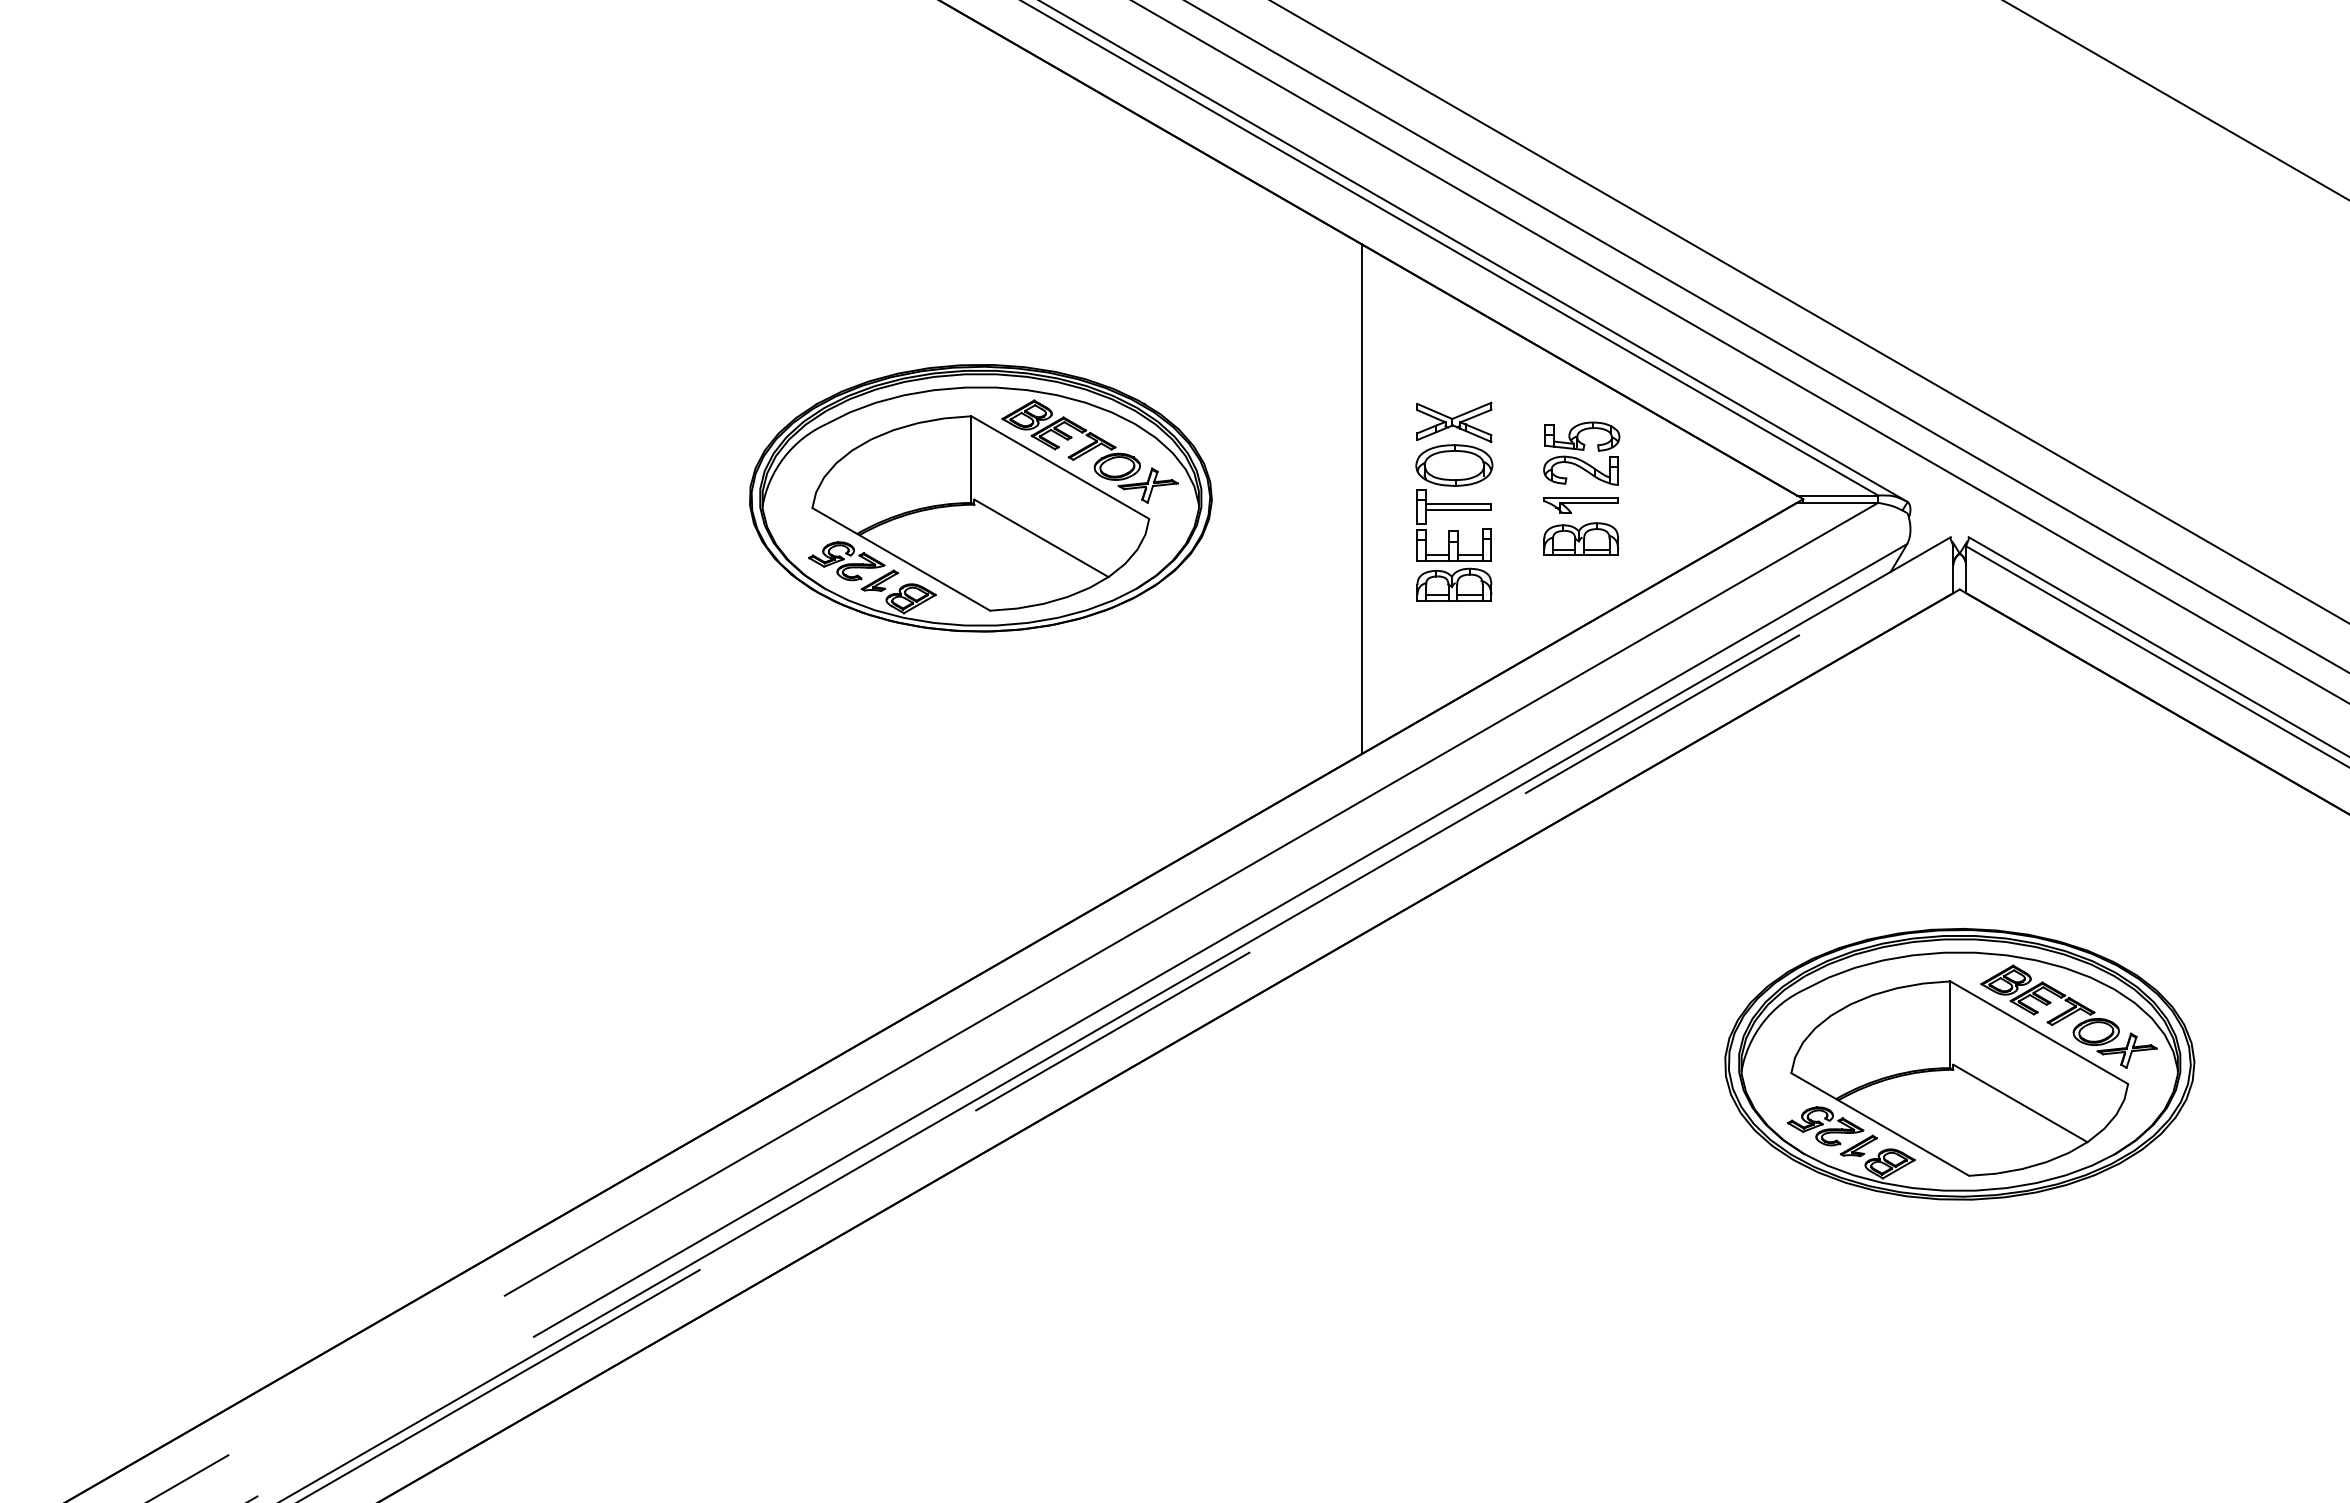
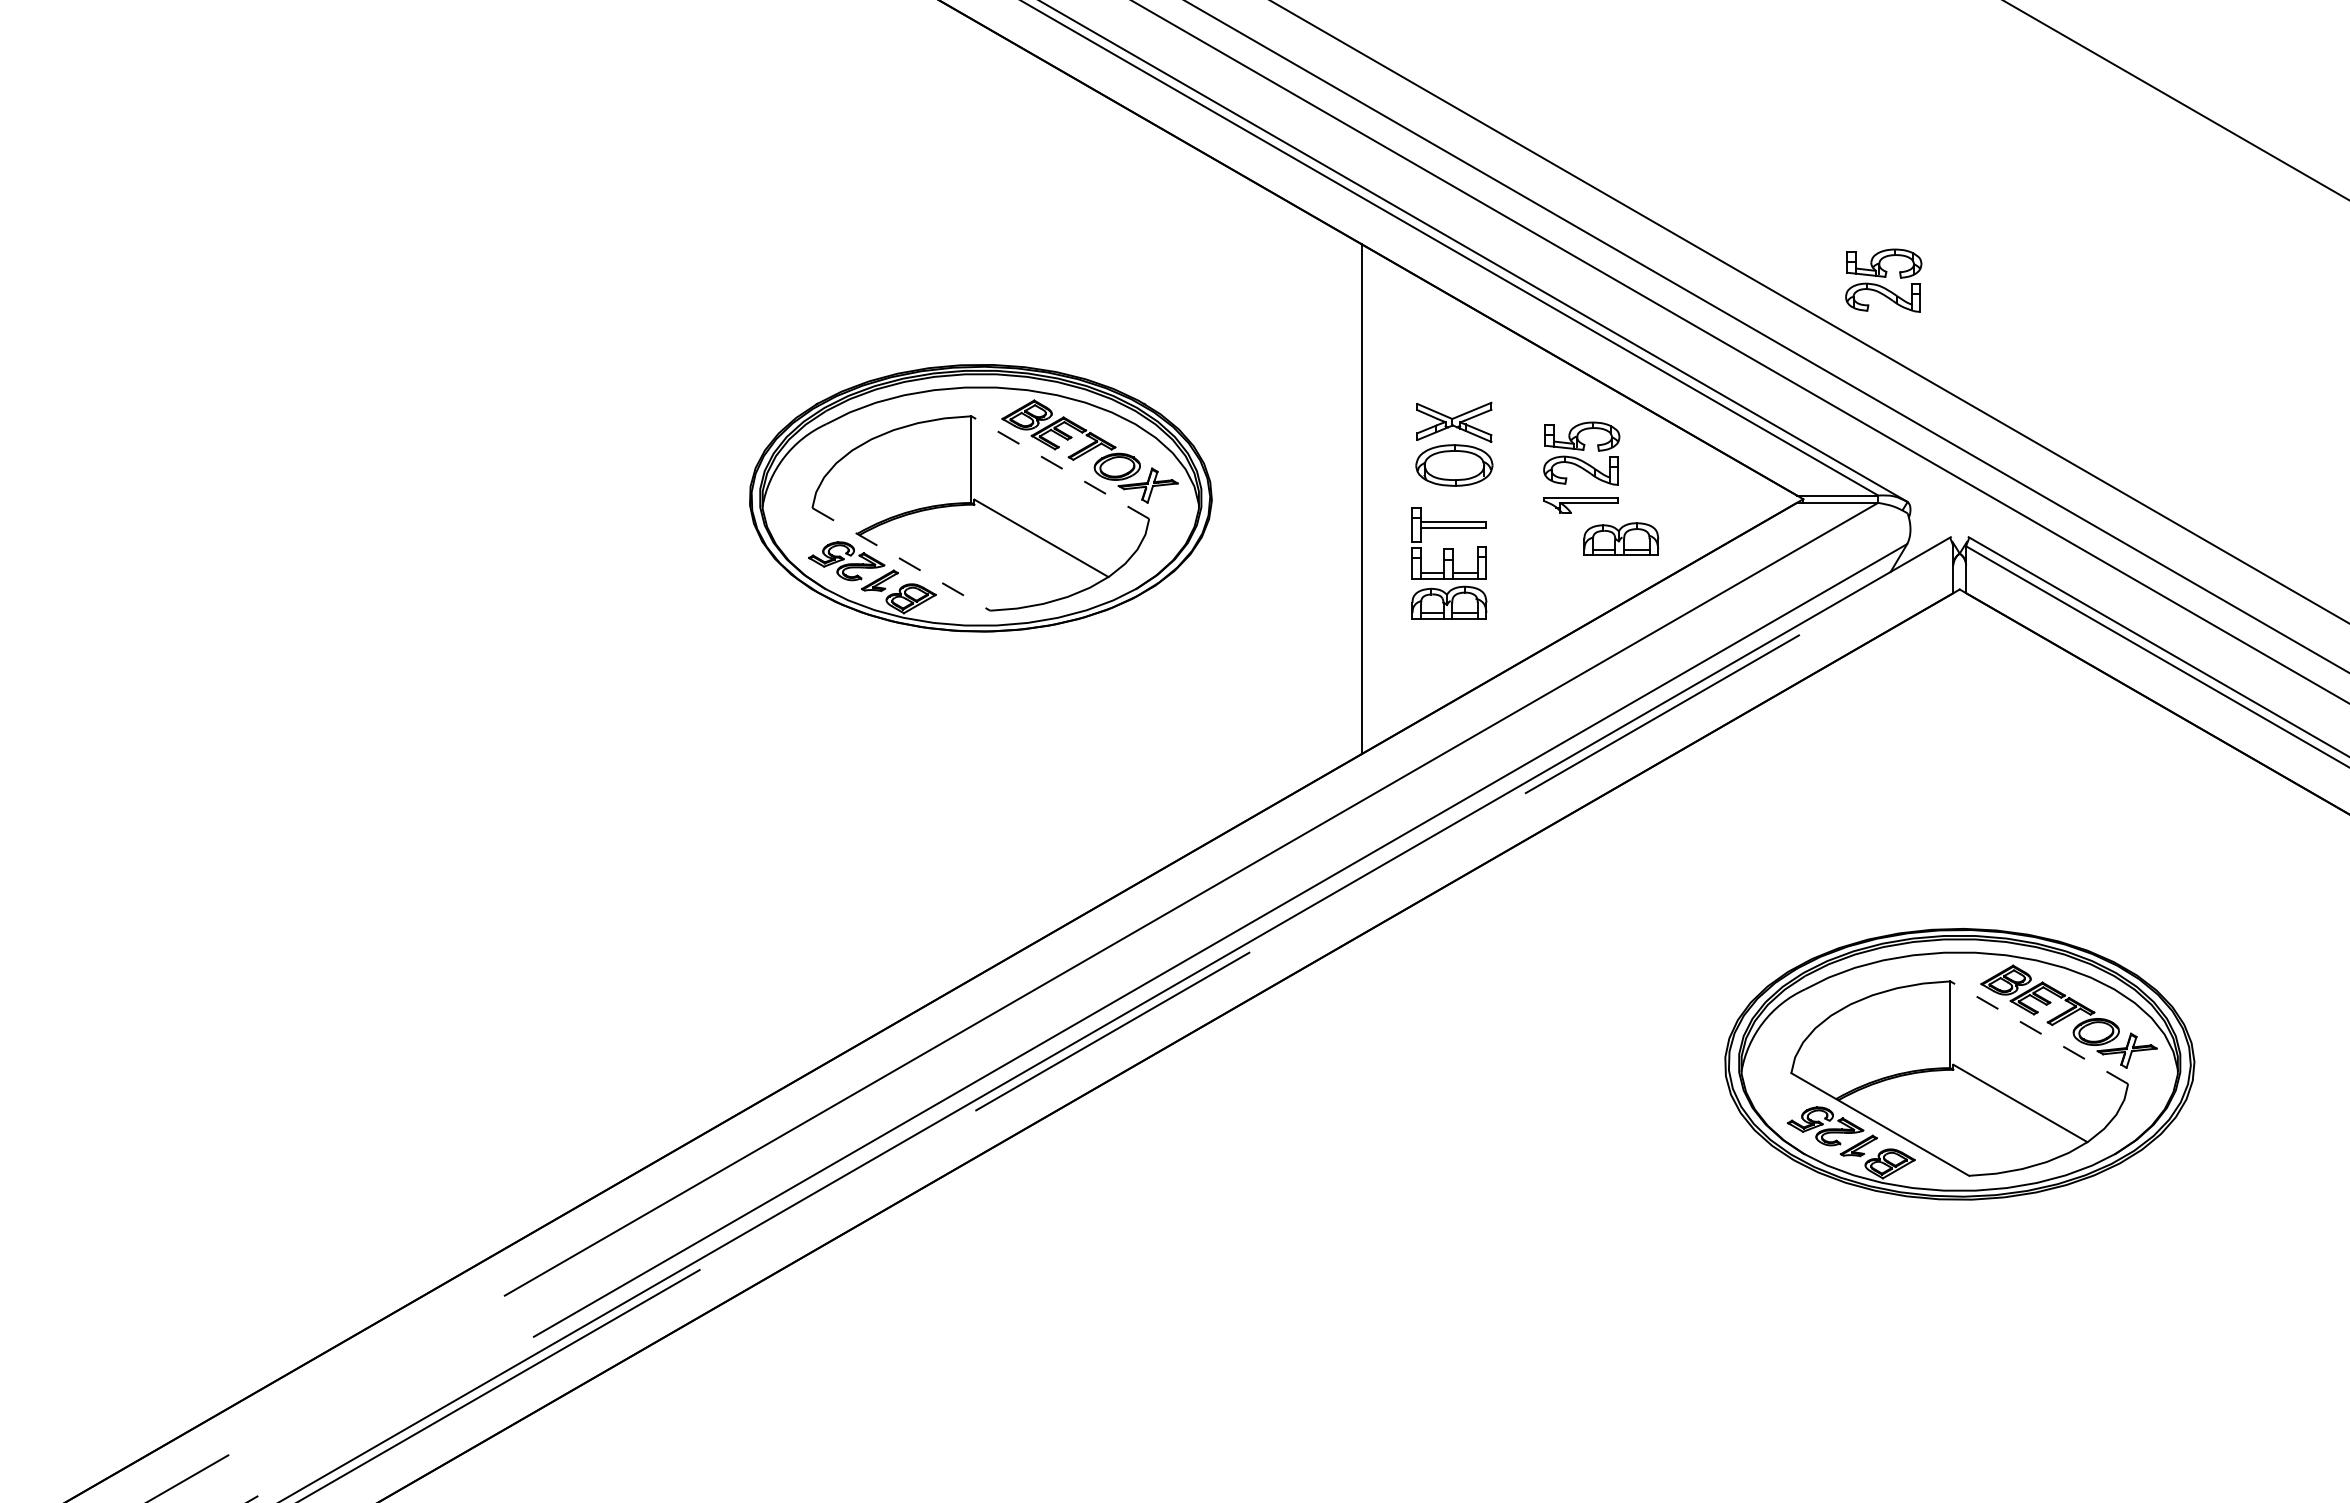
part at (1883, 280): none -> present
line at (1060, 467): solid -> dashed
part at (1581, 538) position: (1581, 538) -> (1621, 538)
part at (1454, 545) position: (1454, 545) -> (1449, 563)
line at (901, 559): solid -> dashed
line at (2039, 1032): solid -> dashed
